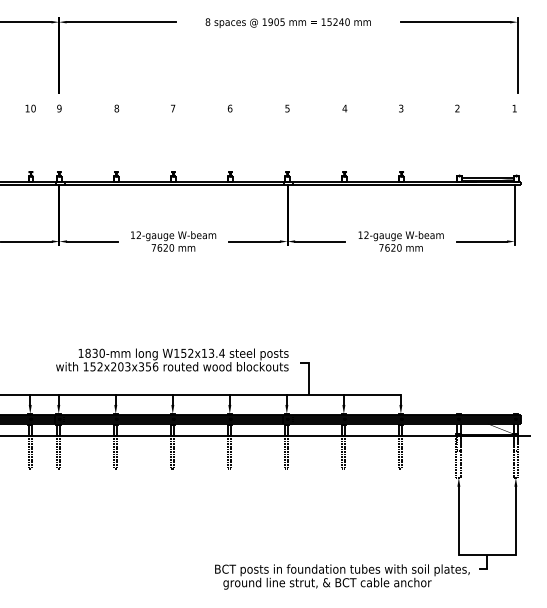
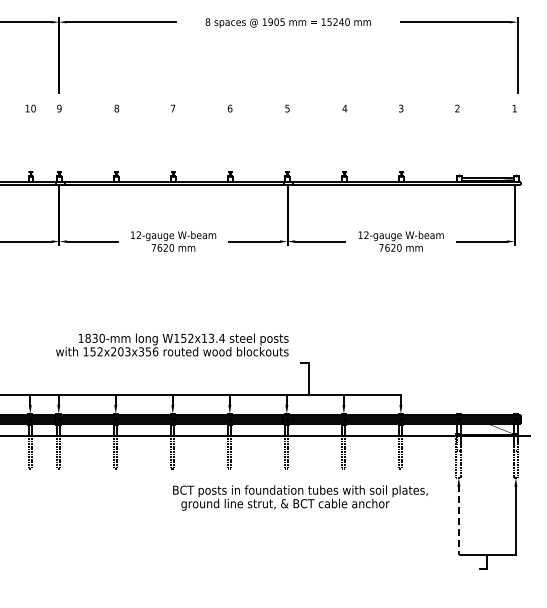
text at (172, 359) position: (172, 359) -> (172, 344)
line at (458, 519): solid -> dashed
text at (342, 576) position: (342, 576) -> (300, 497)
